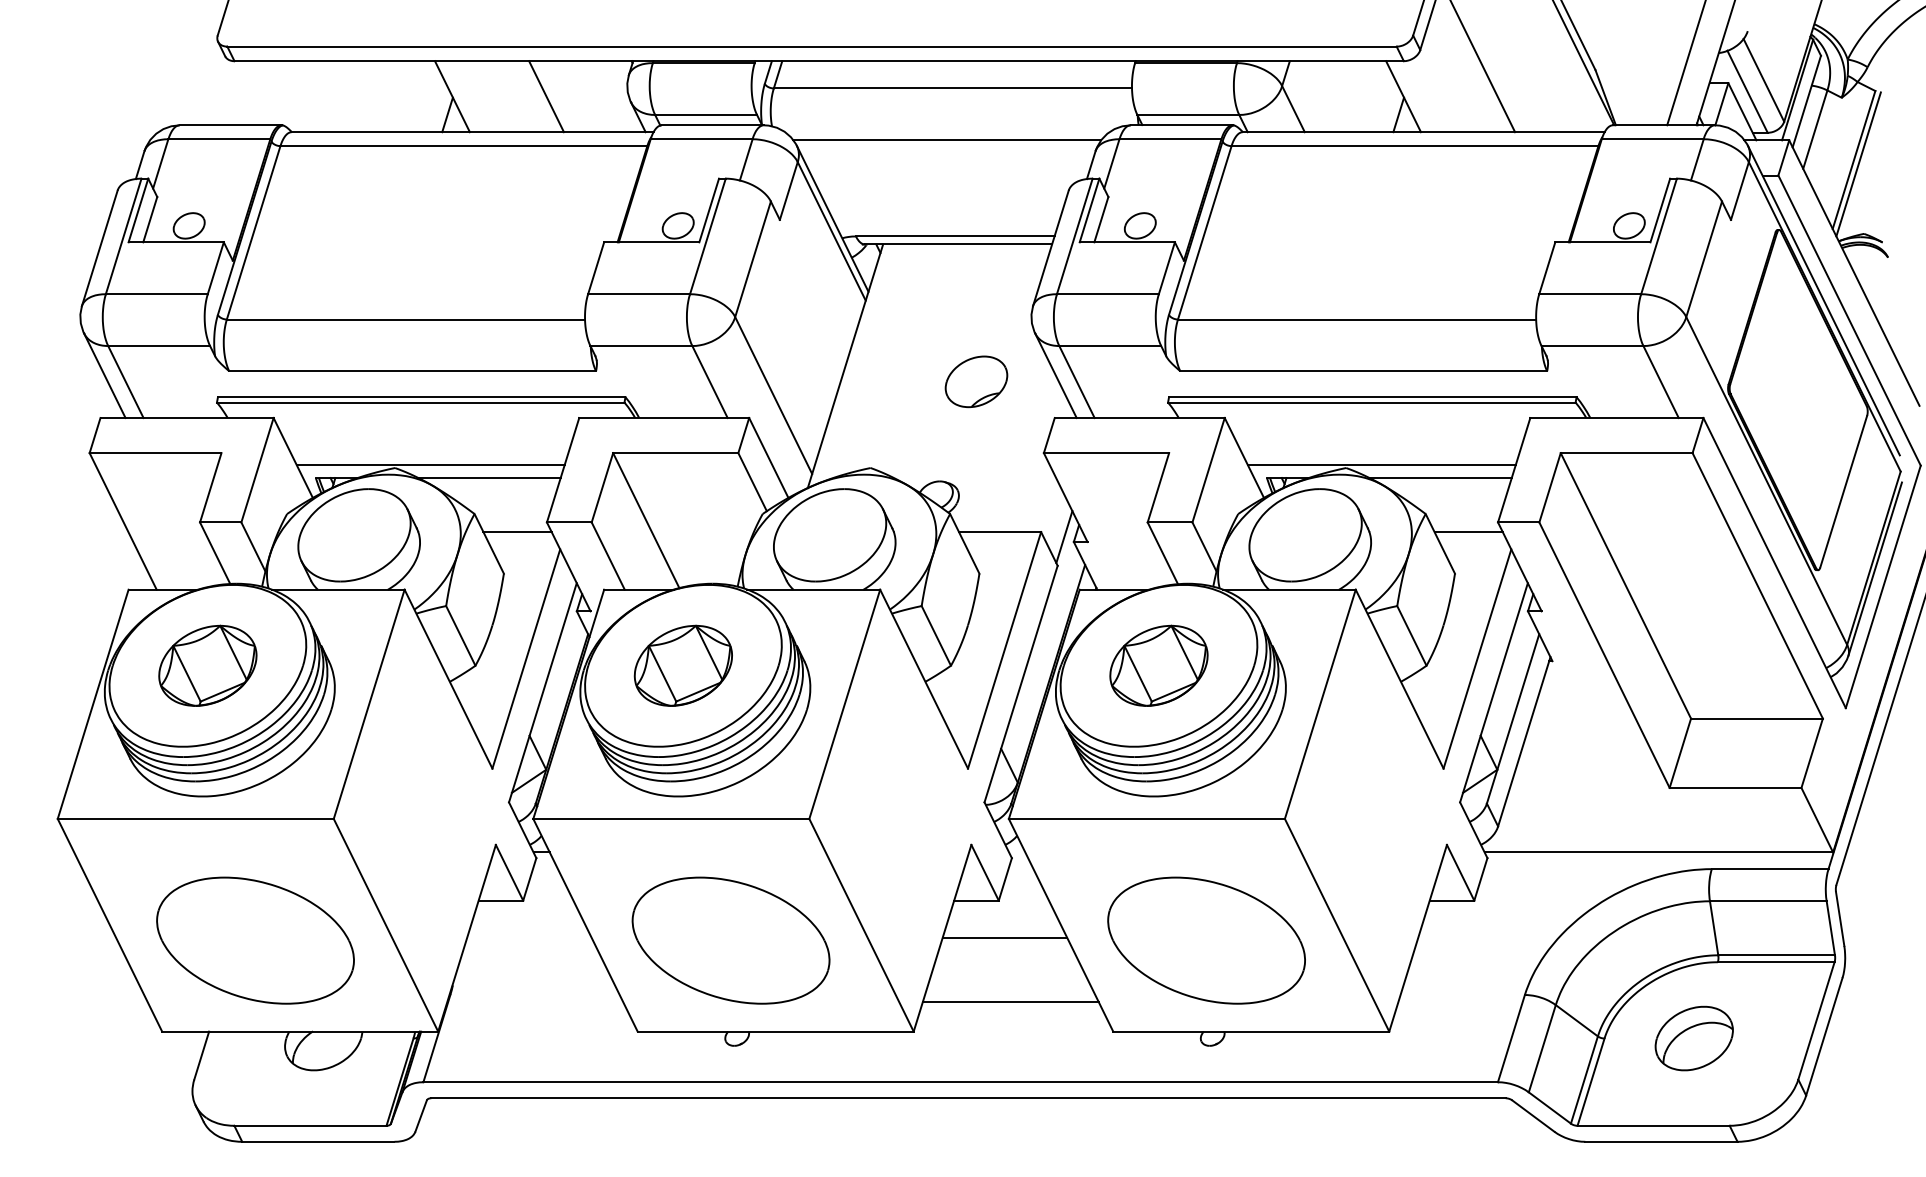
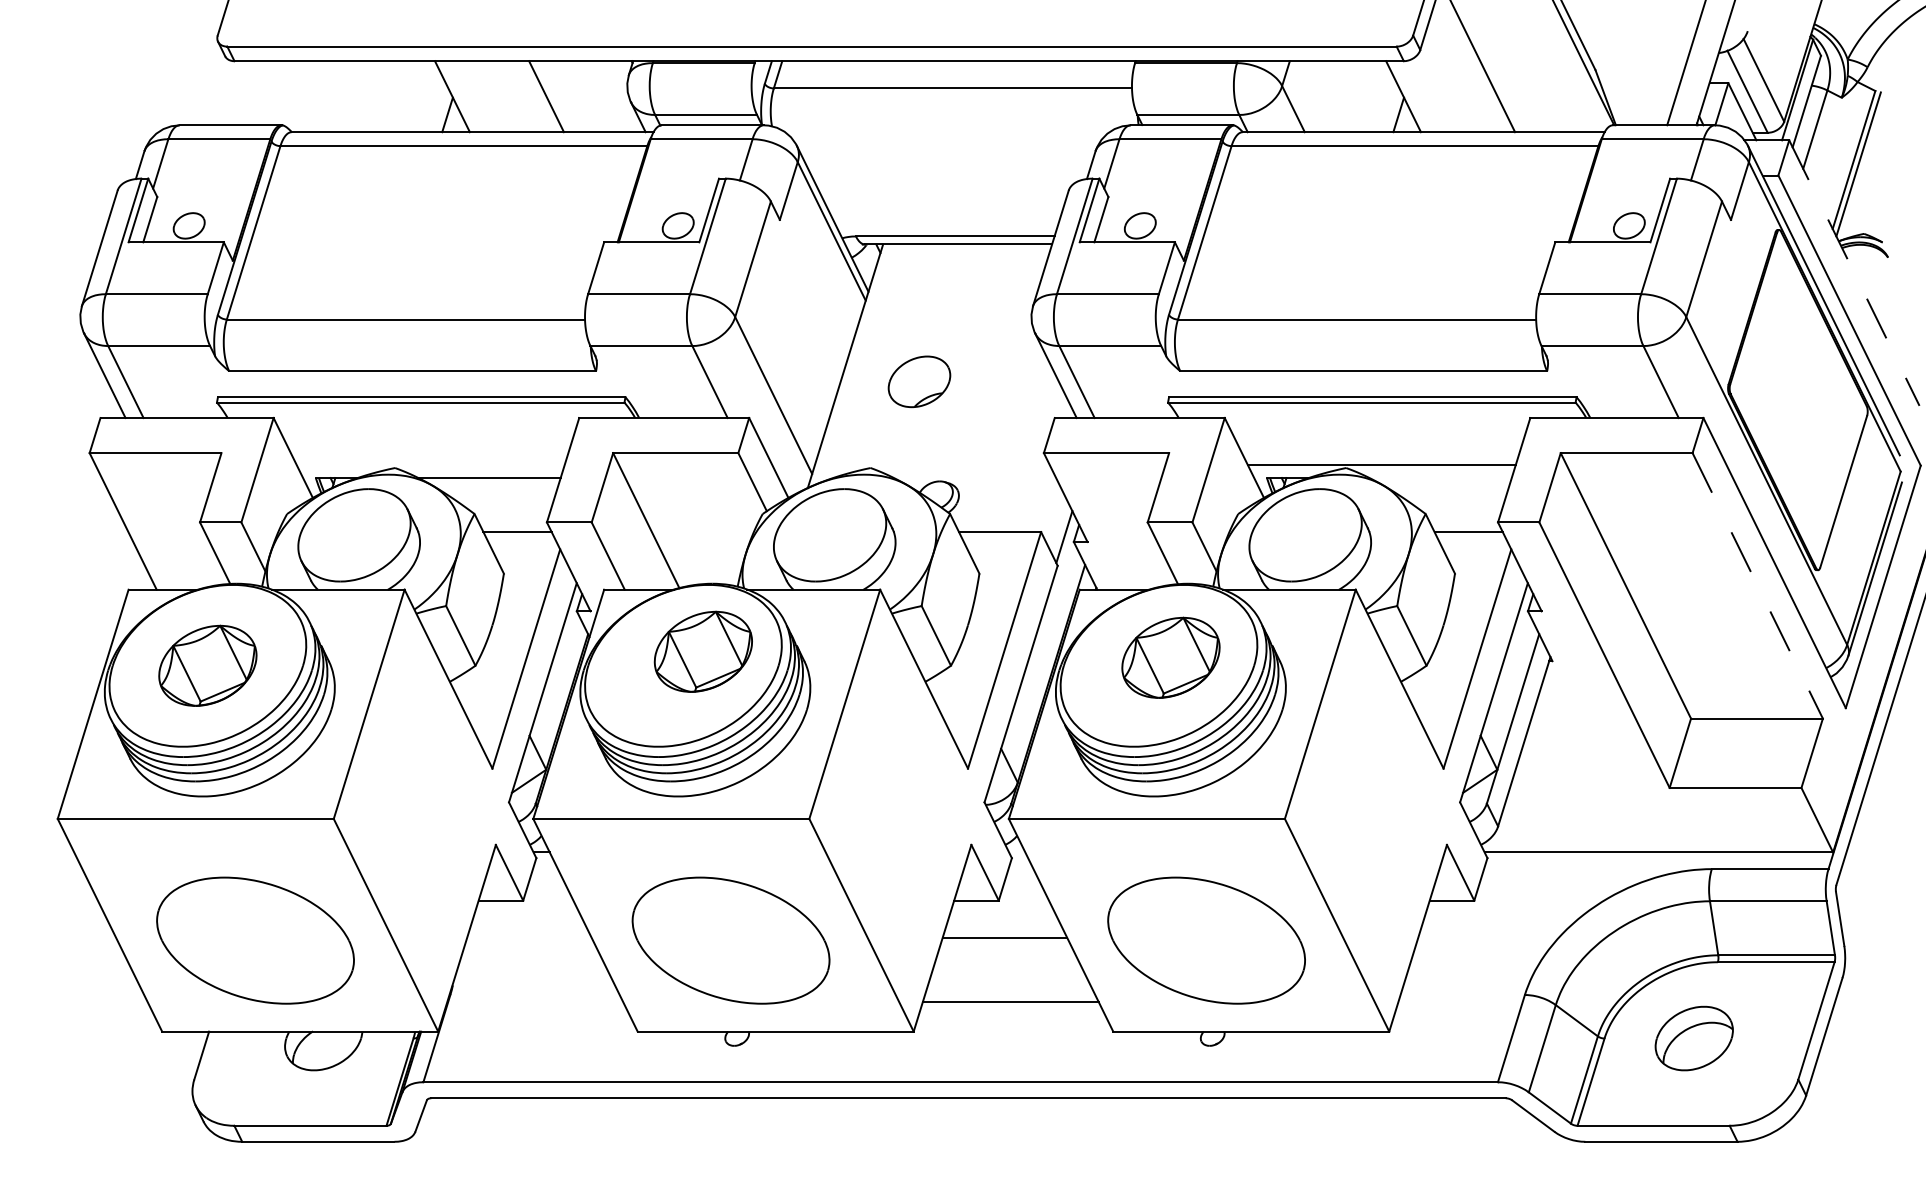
line at (947, 140): present -> none
line at (1854, 273): solid -> dashed
part at (976, 381) position: (976, 381) -> (919, 381)
line at (430, 465): present -> none
line at (1440, 478): present -> none
line at (1757, 585): solid -> dashed
part at (682, 665) position: (682, 665) -> (702, 651)
part at (1158, 665) position: (1158, 665) -> (1170, 657)
